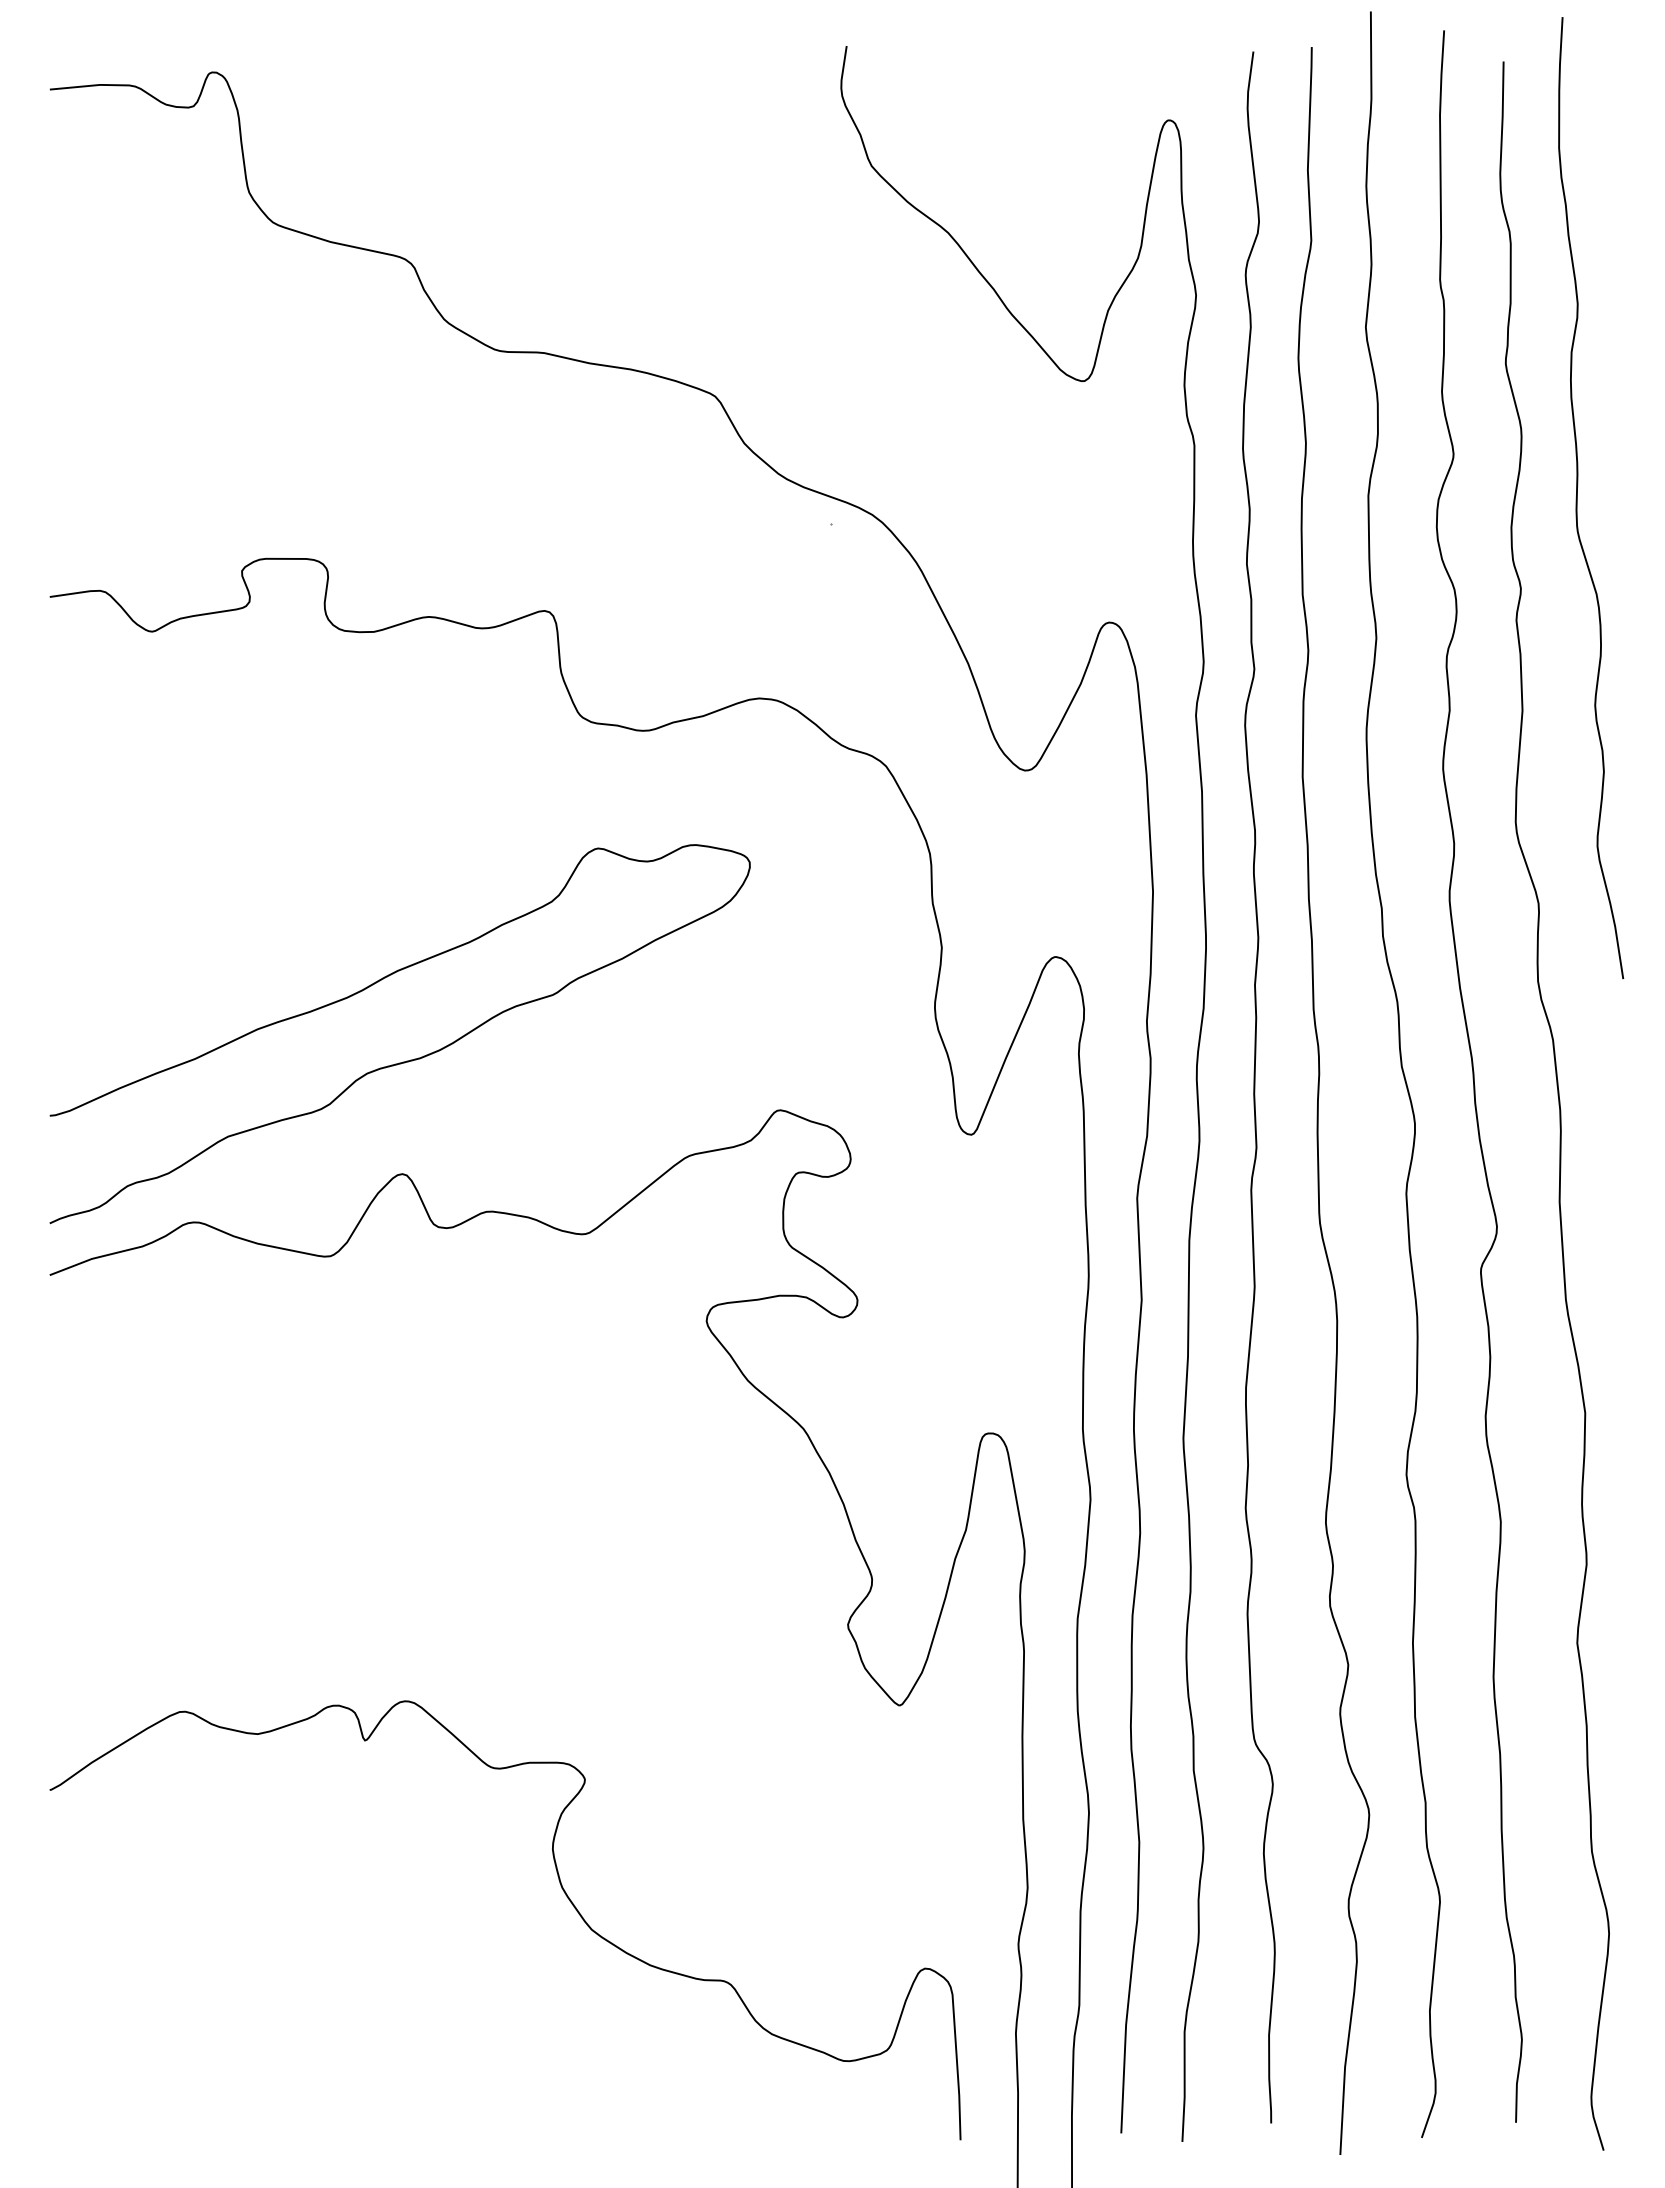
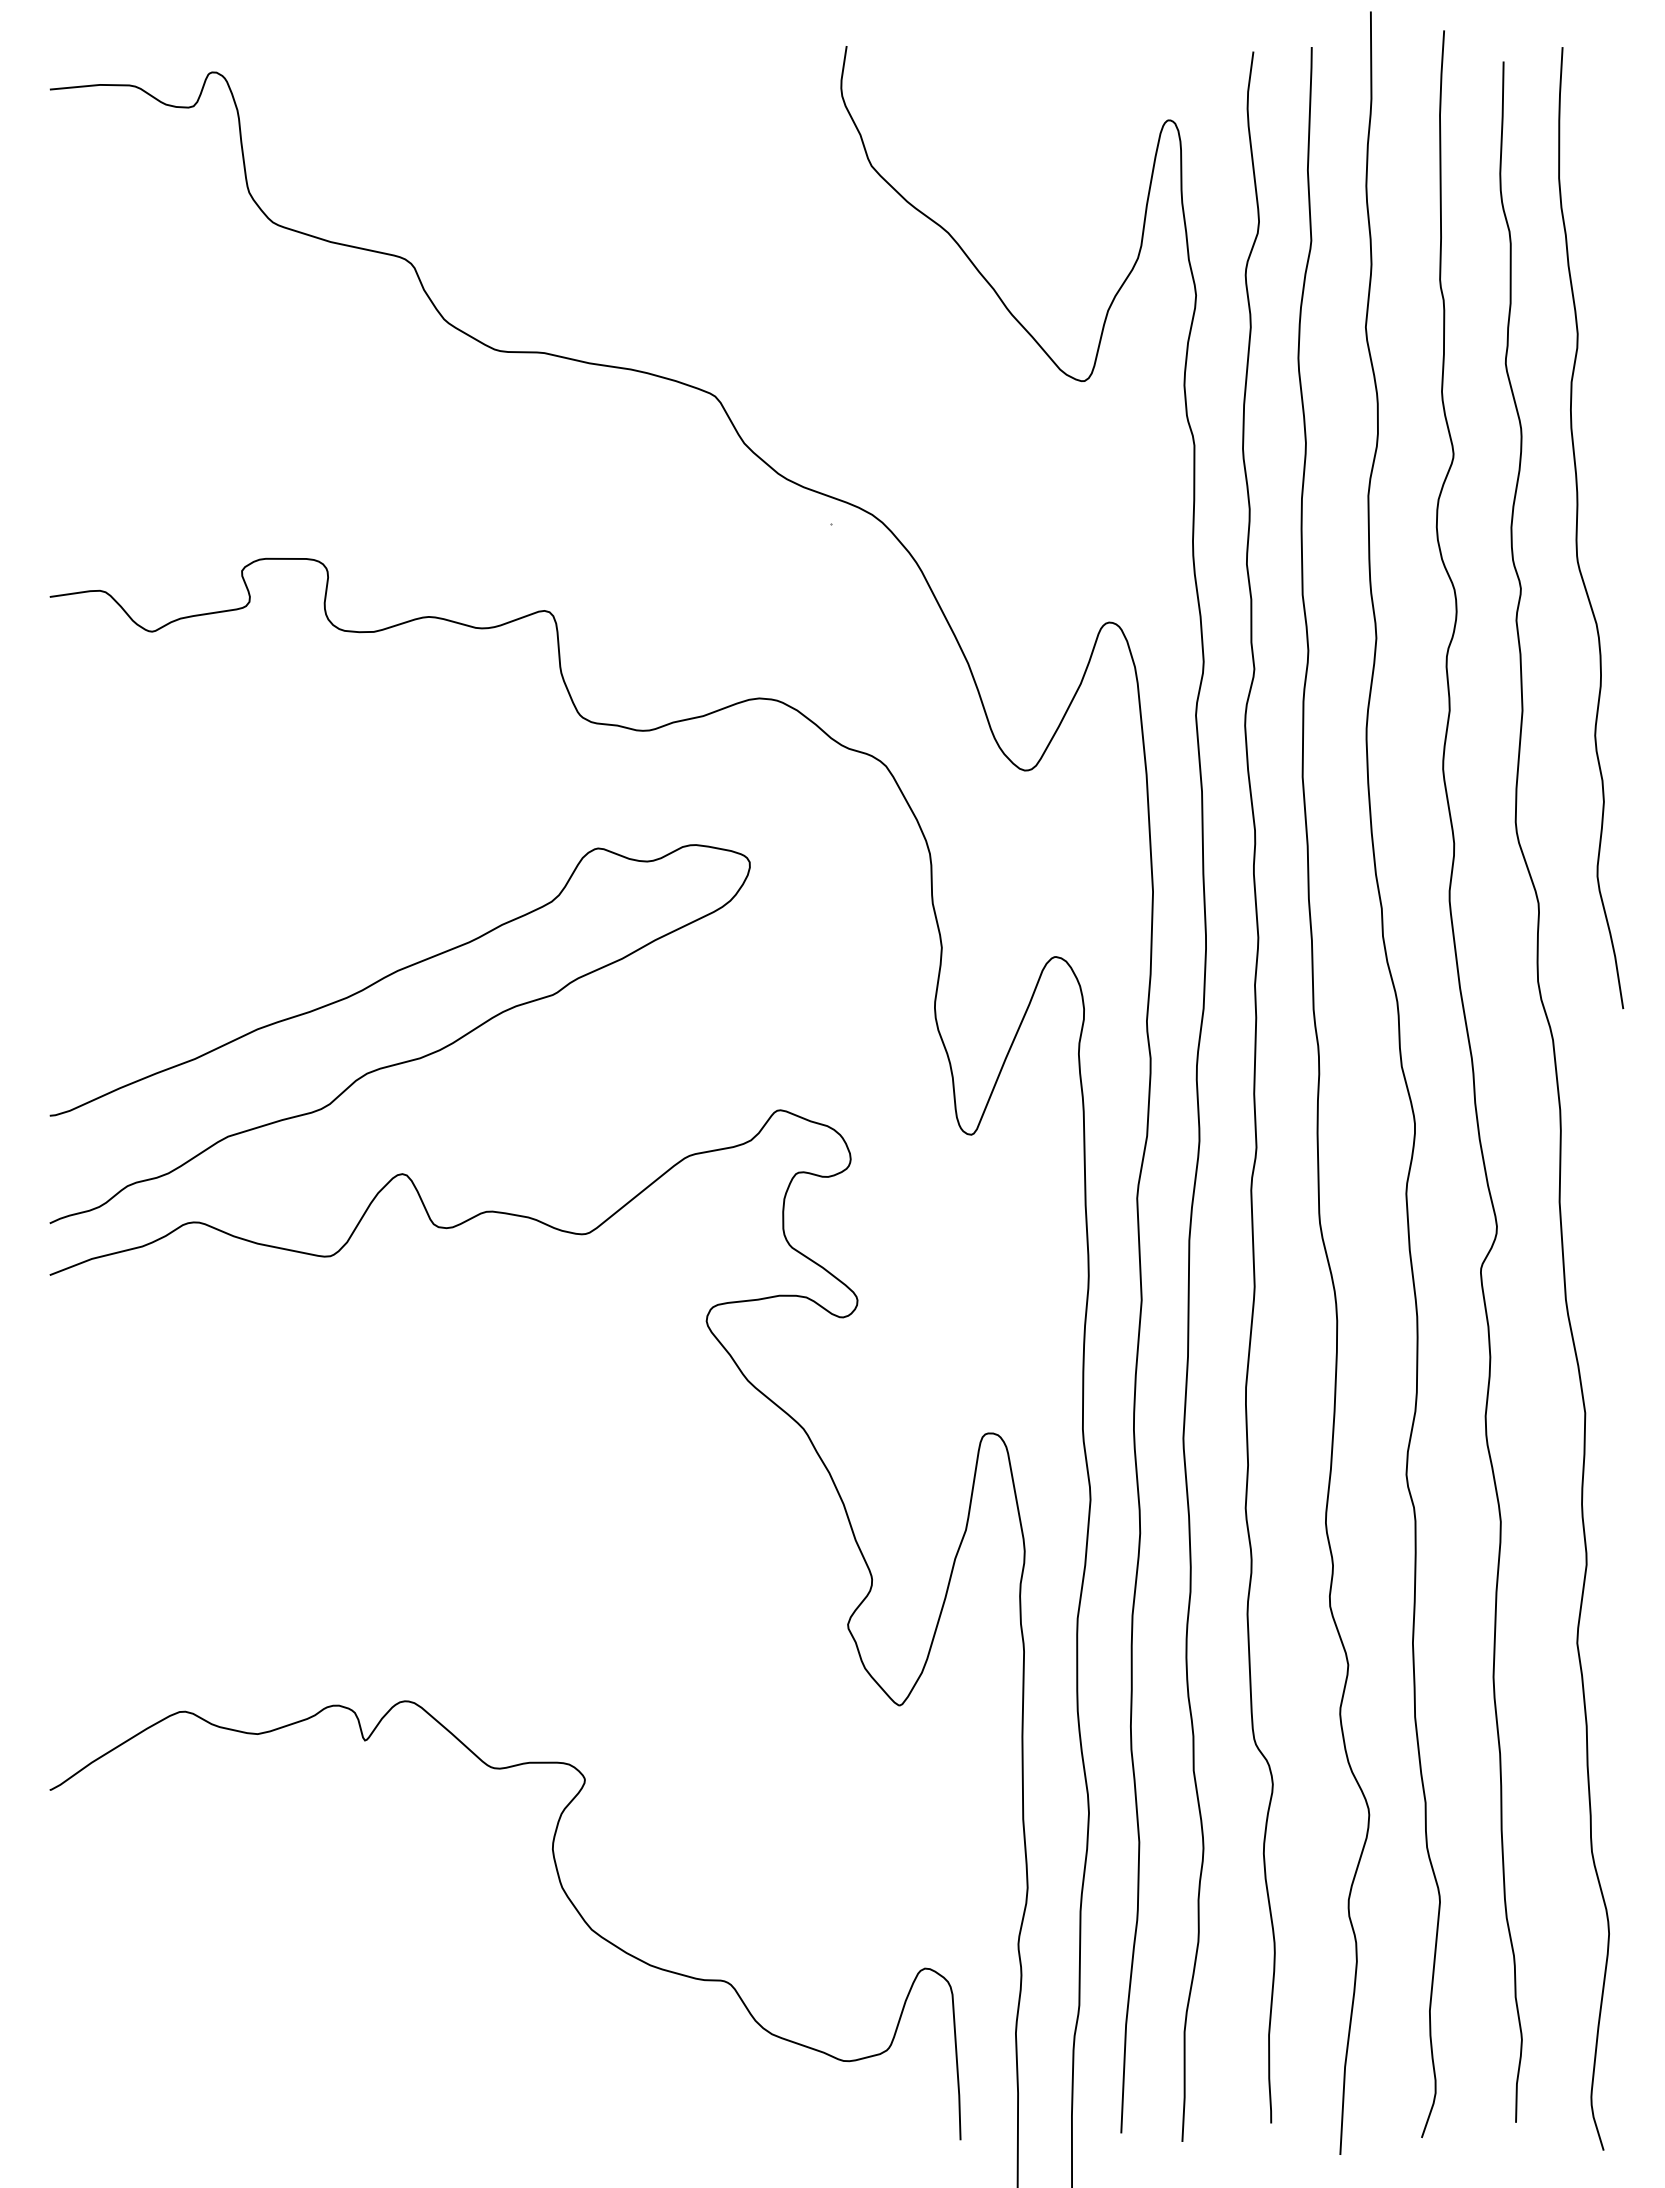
curve at (1577, 498) position: (1577, 498) -> (1577, 528)
